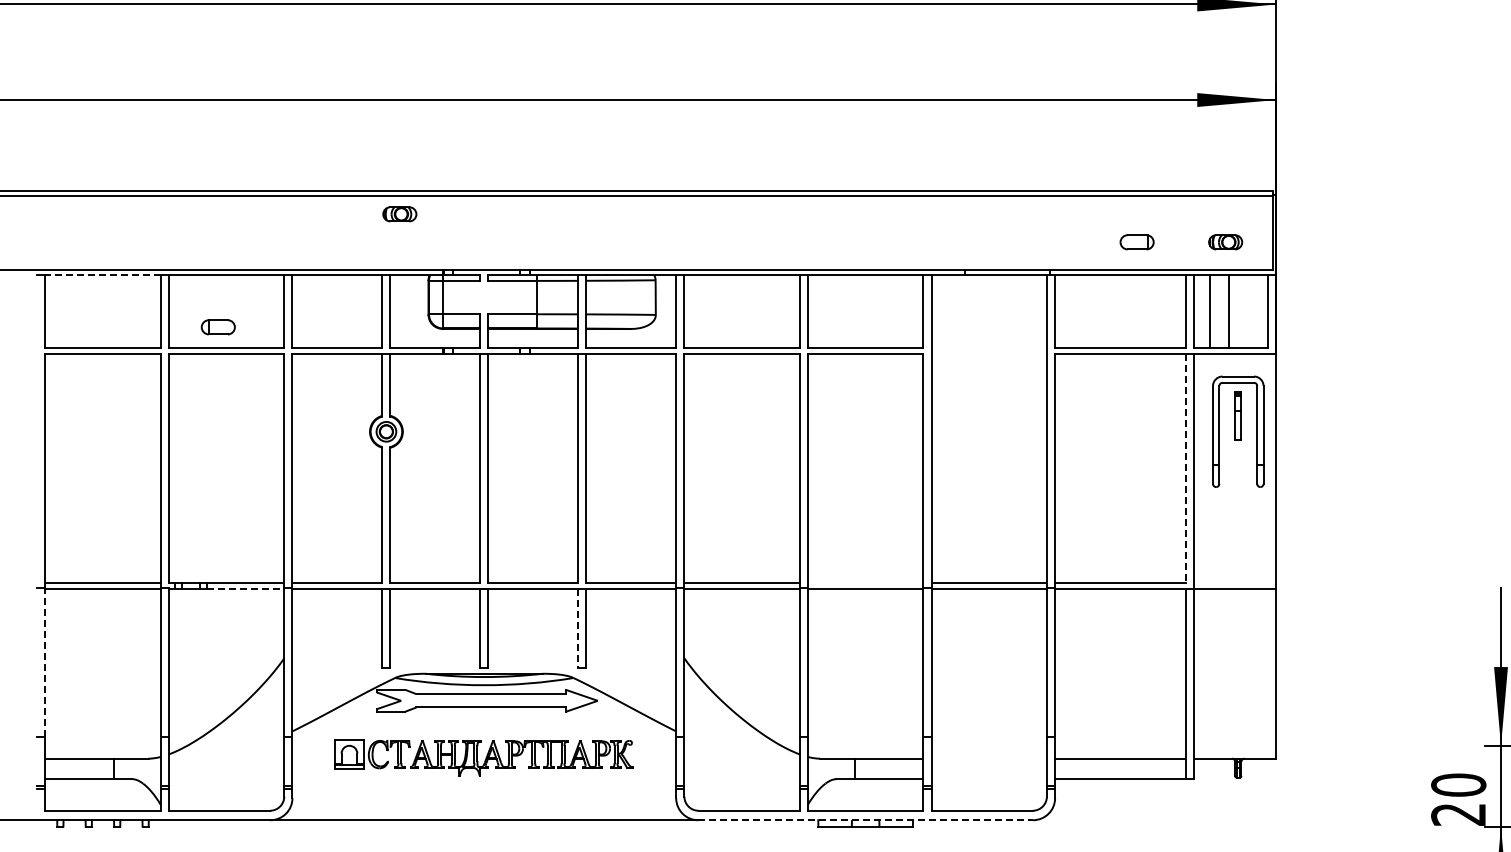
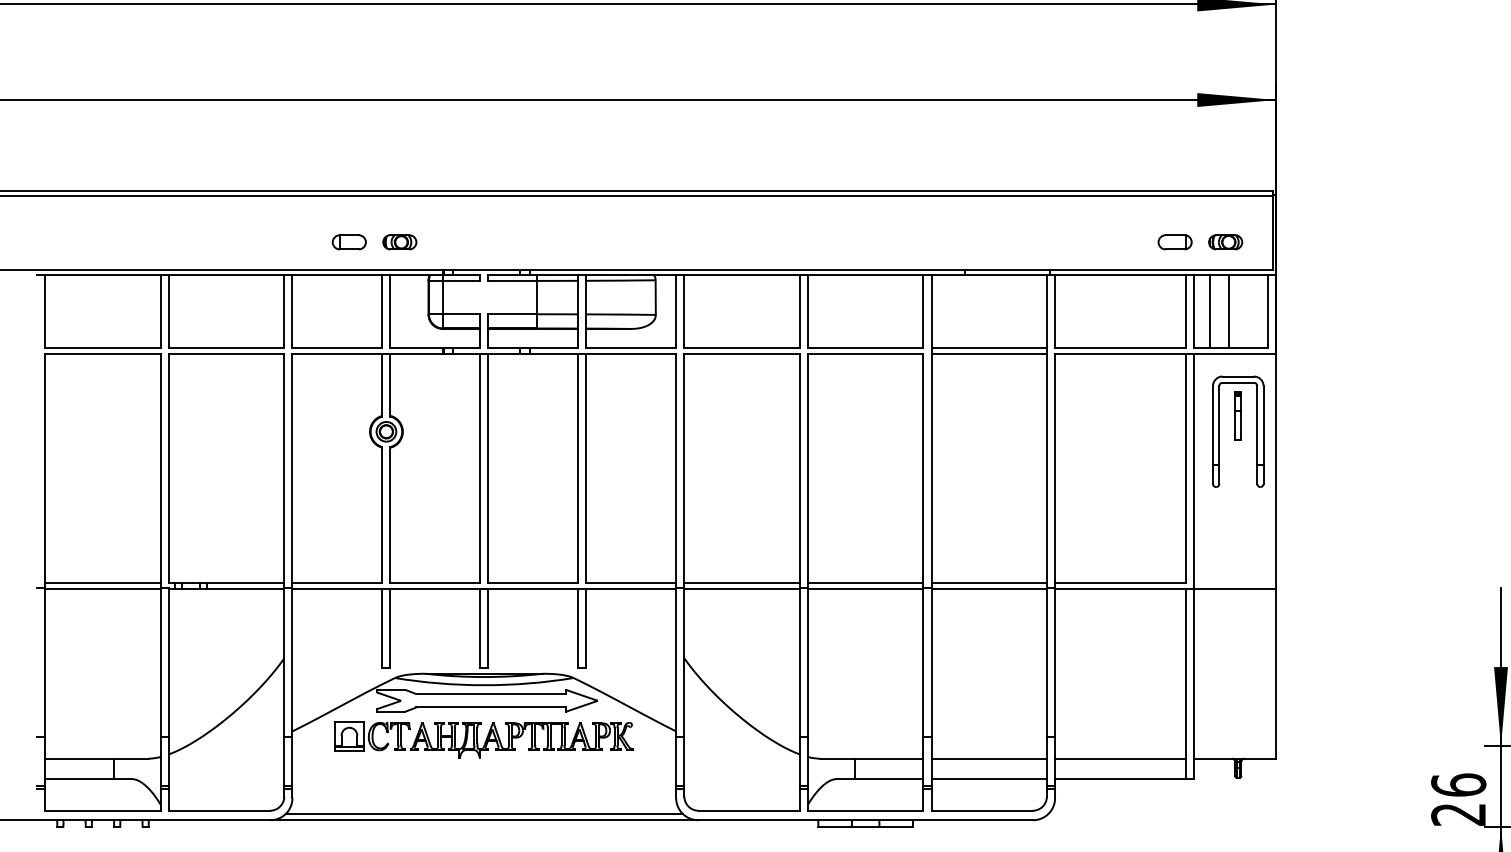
part at (399, 214) position: (399, 214) -> (399, 242)
part at (1136, 242) position: (1136, 242) -> (1174, 242)
line at (103, 275): dashed -> solid
part at (217, 327) position: (217, 327) -> (348, 242)
line at (988, 348): none -> present
line at (988, 354): none -> present
line at (1186, 469): dashed -> solid
line at (865, 582): none -> present
line at (245, 588): dashed -> solid
line at (578, 628): dashed -> solid
line at (45, 661): dashed -> solid
part at (483, 757) position: (483, 757) -> (483, 739)
line at (988, 758): none -> present
line at (988, 779): none -> present
text at (1458, 784): 20 -> 26
line at (483, 813): none -> present
line at (866, 820): dashed -> solid
